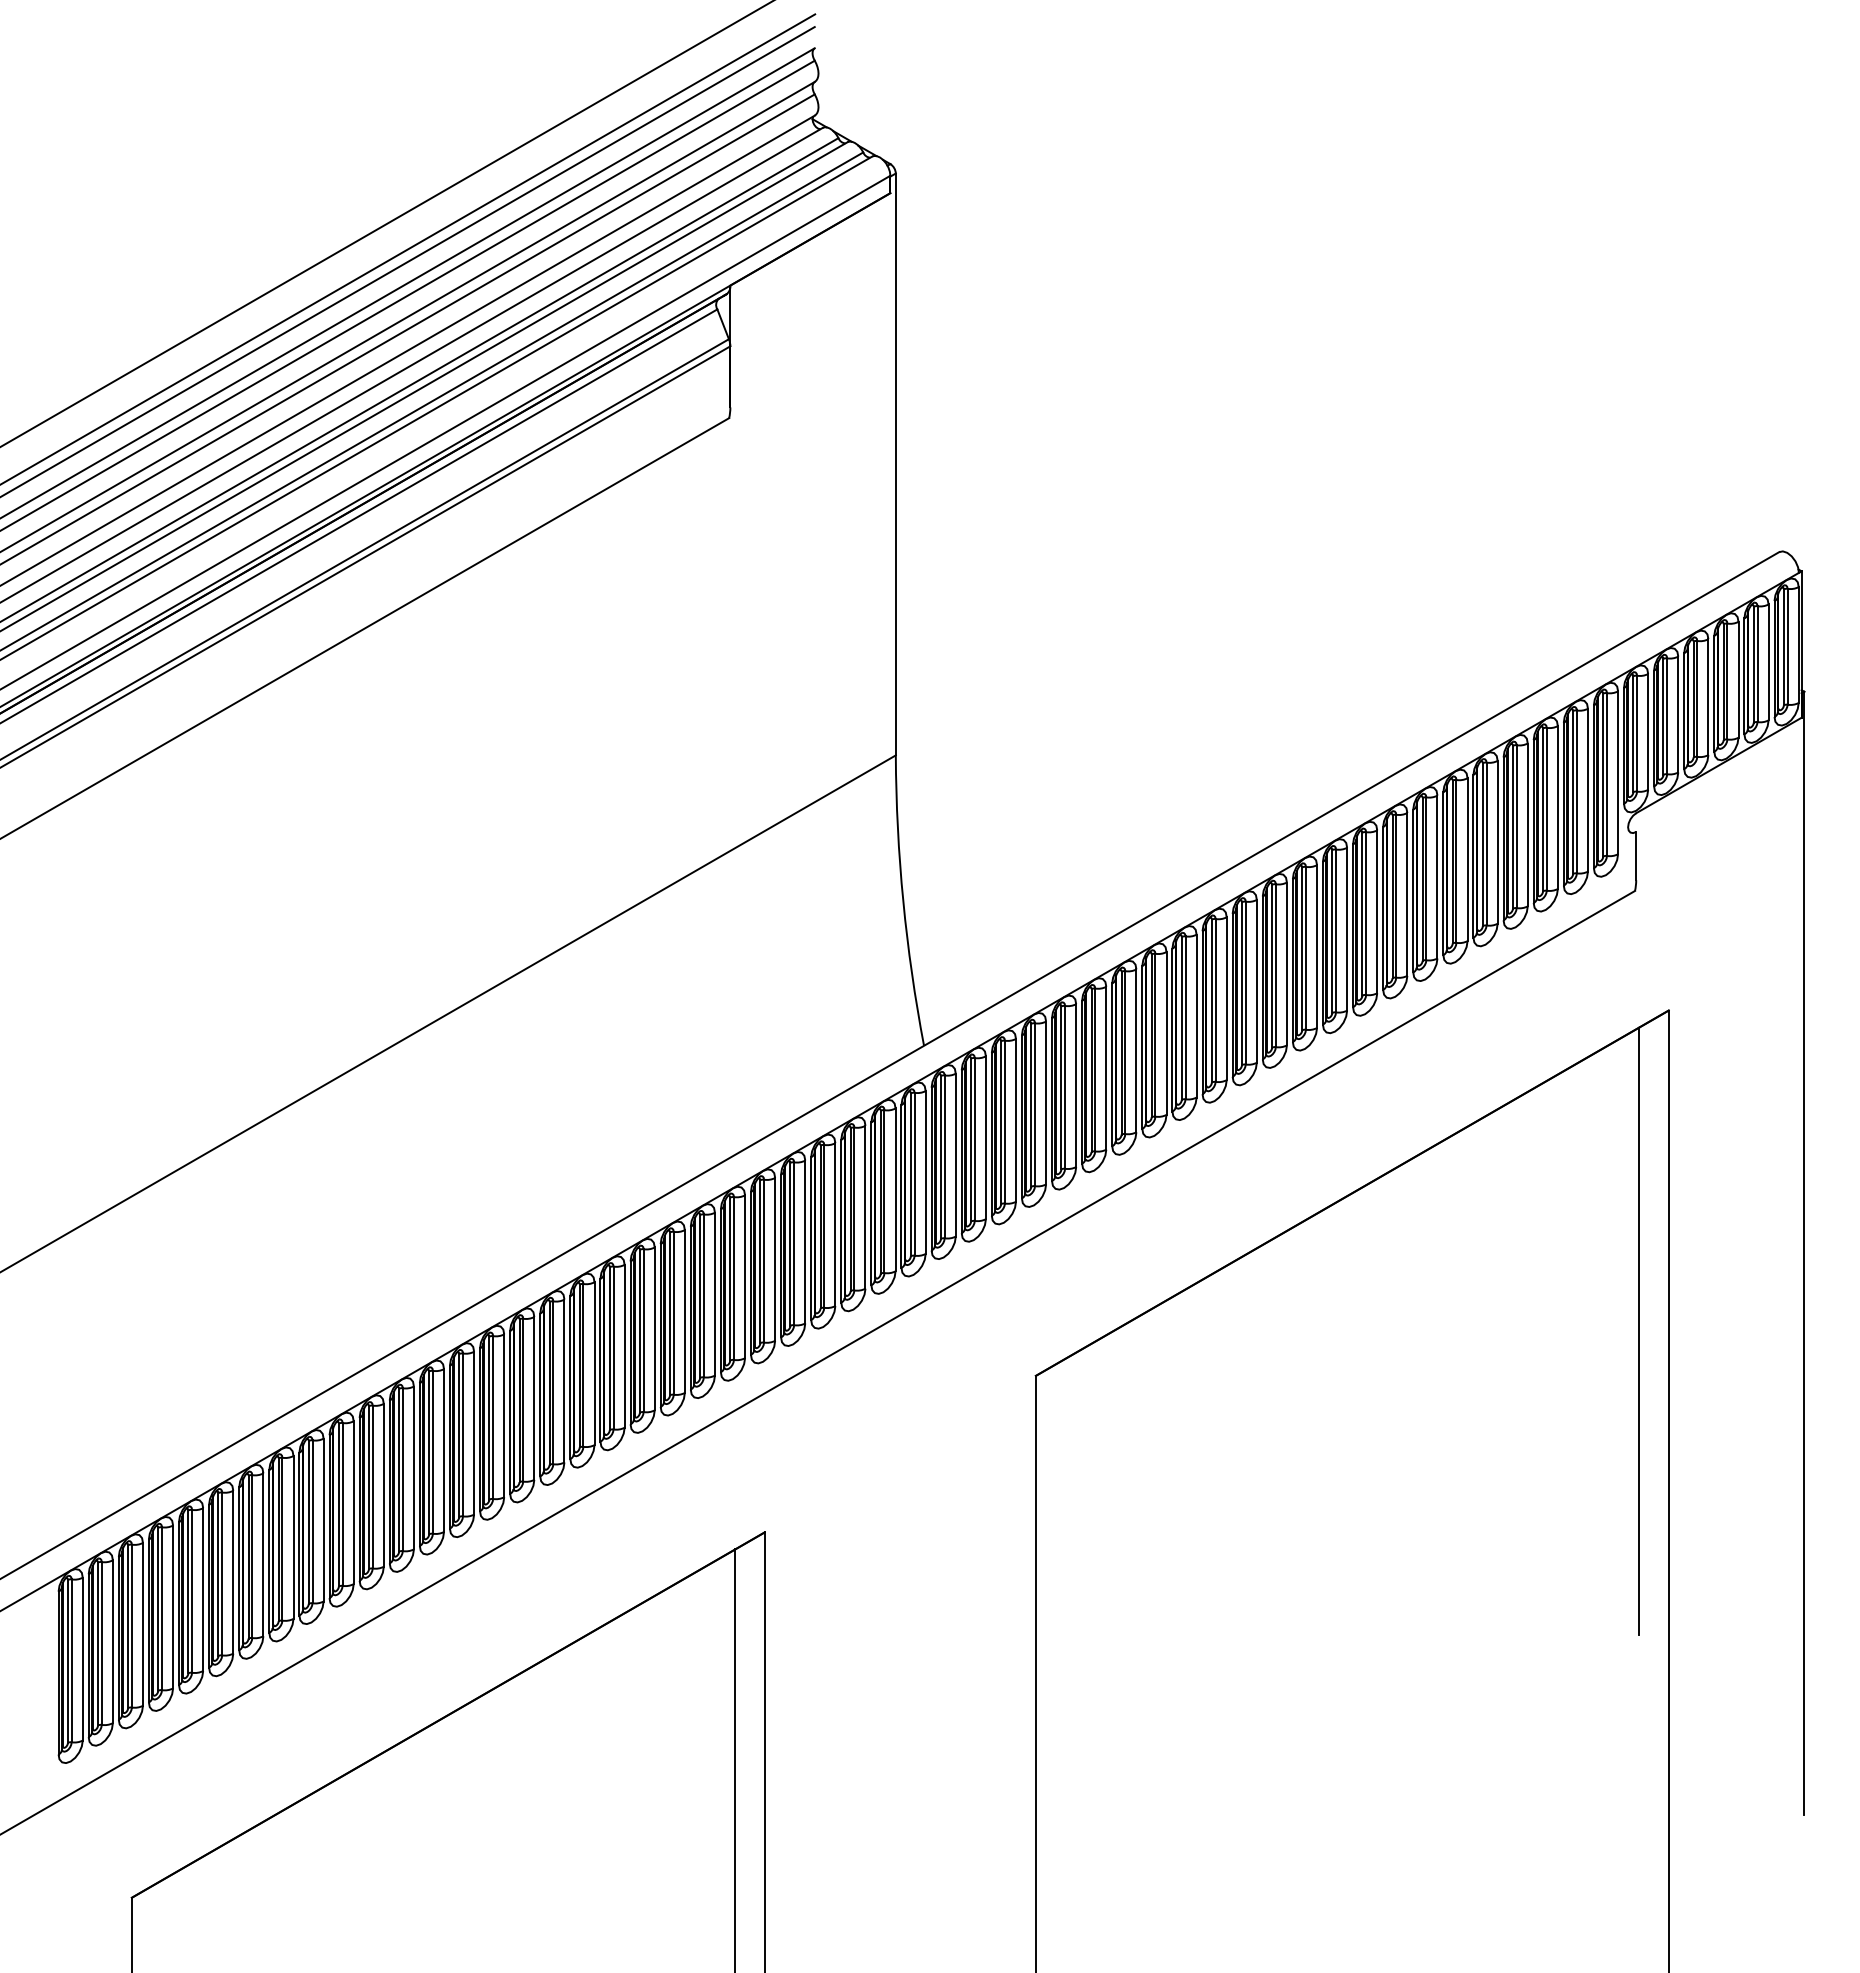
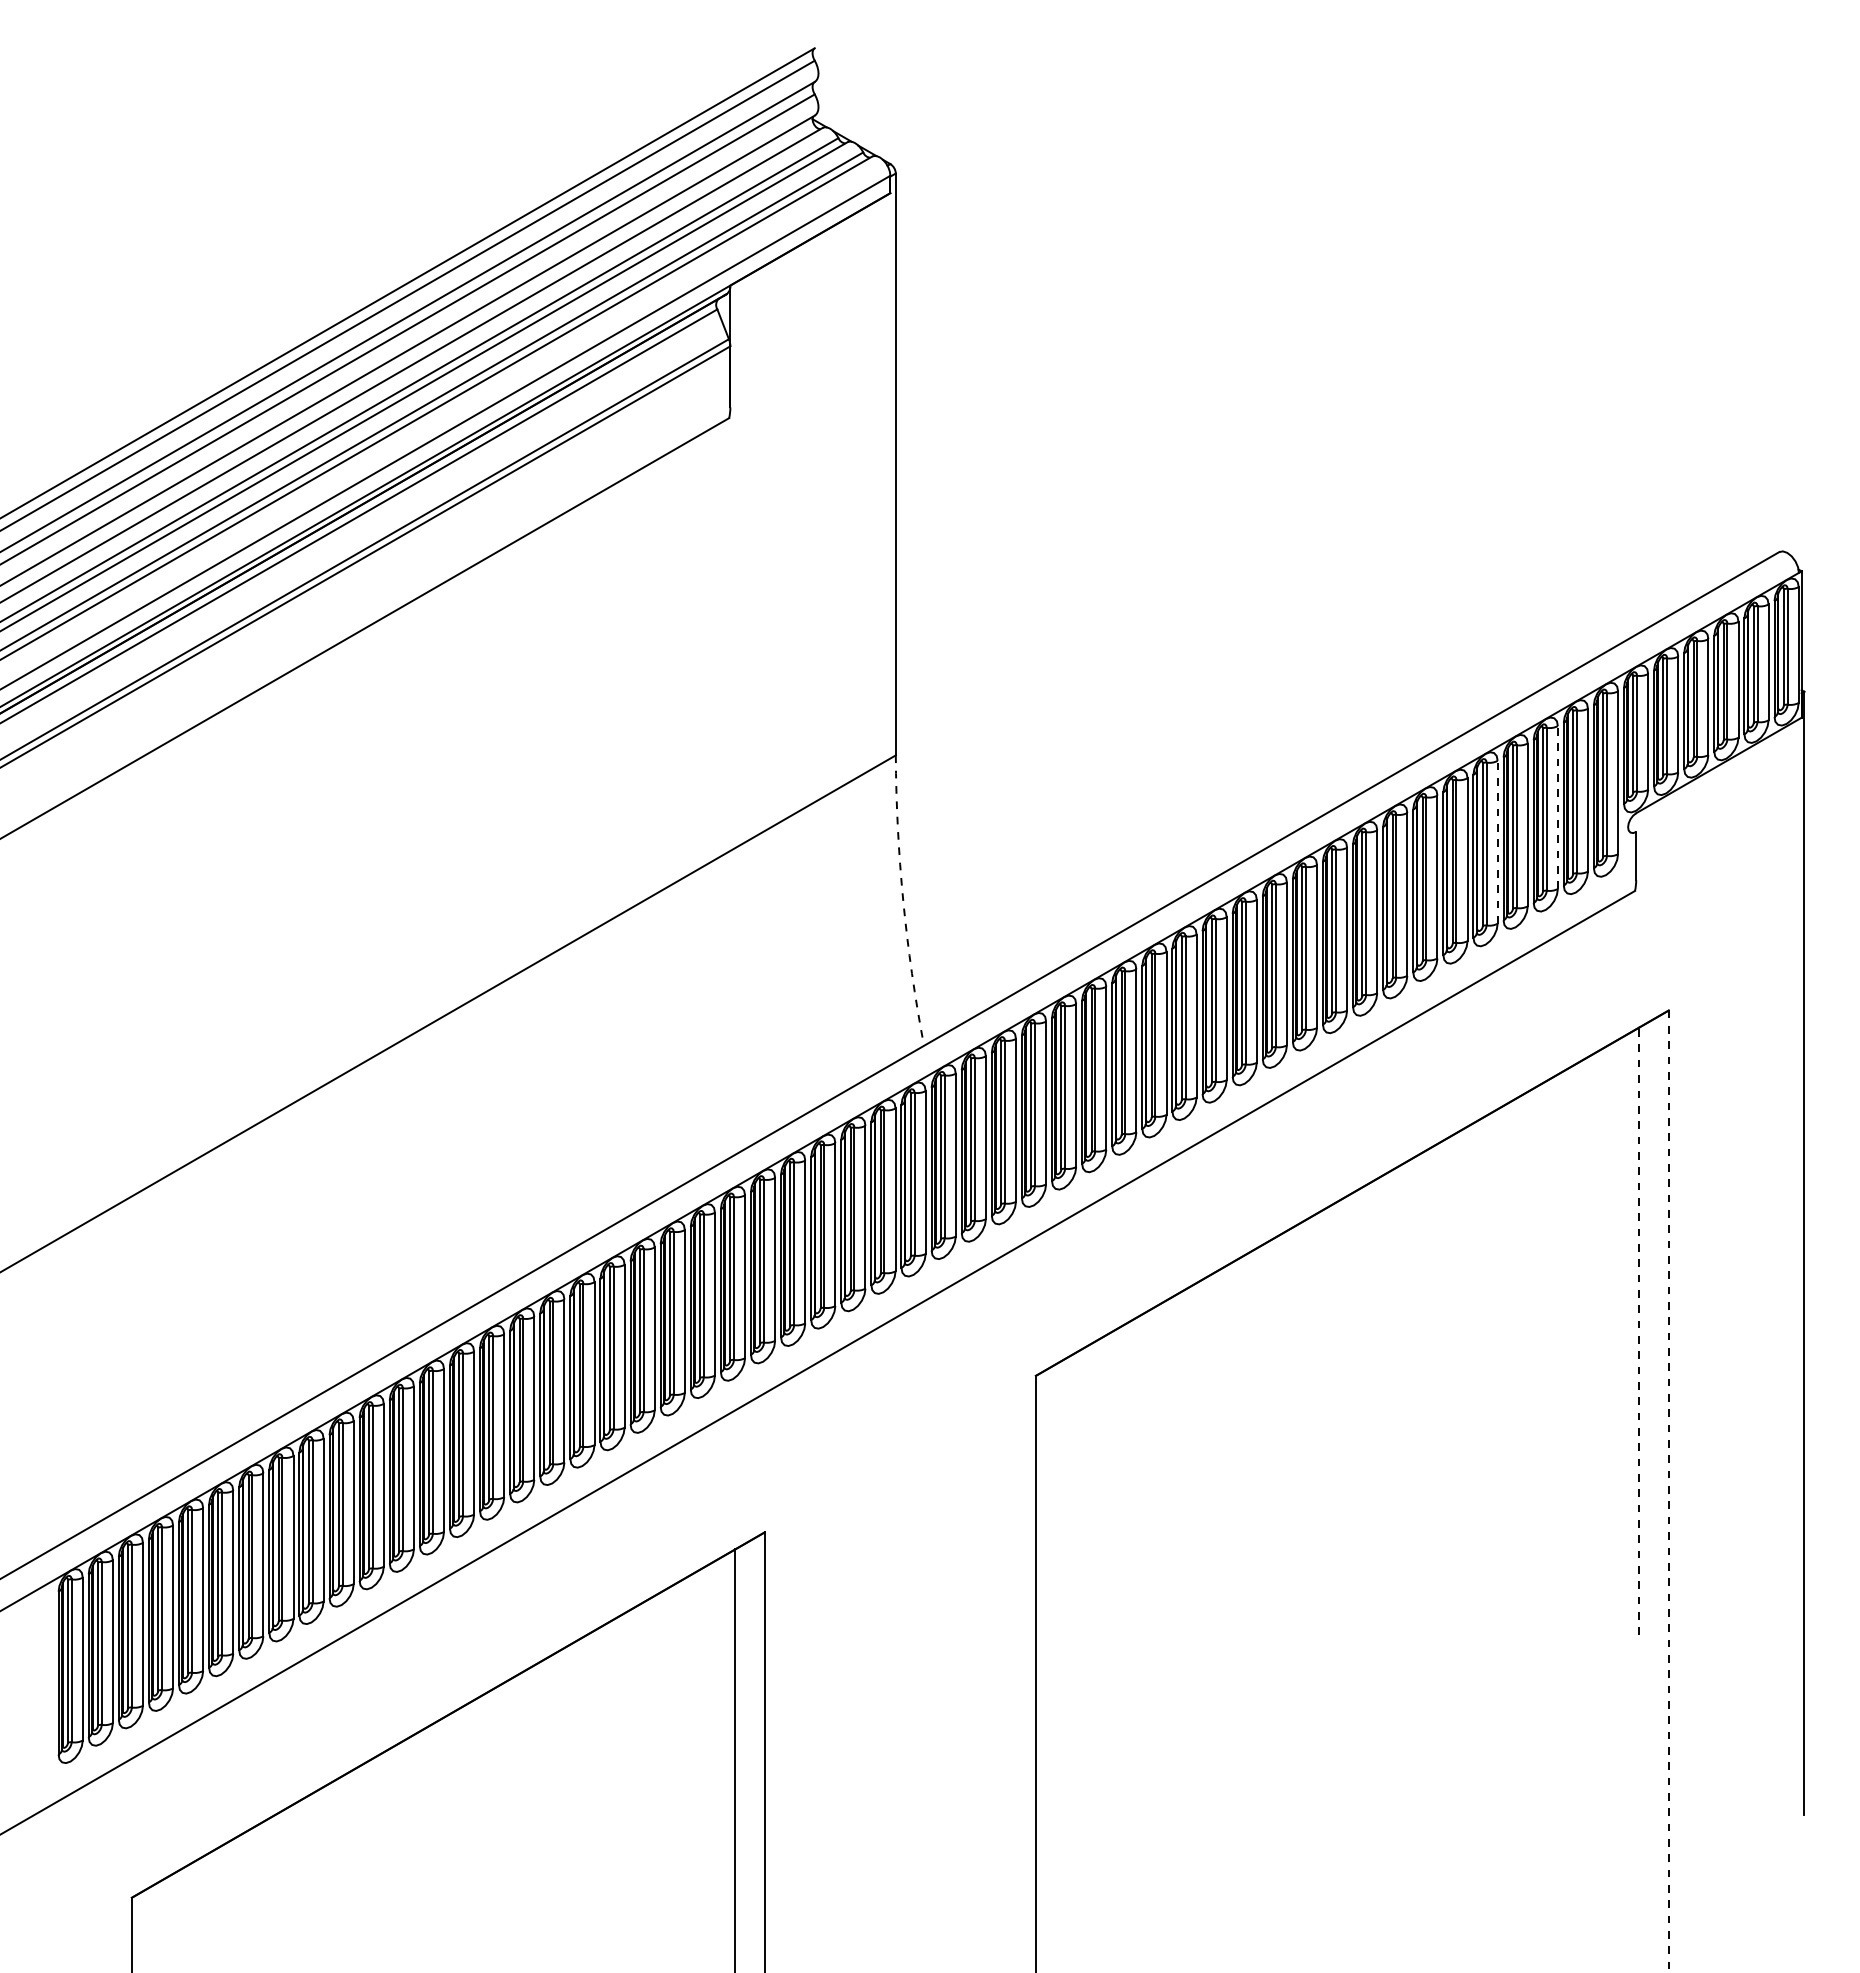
line at (386, 224): present -> none
line at (408, 248): present -> none
line at (408, 261): present -> none
line at (1557, 807): solid -> dashed
line at (1497, 841): solid -> dashed
arc at (903, 901): solid -> dashed
line at (1639, 1331): solid -> dashed
line at (1668, 1491): solid -> dashed
